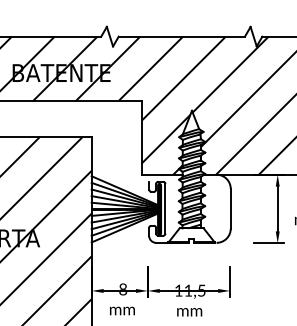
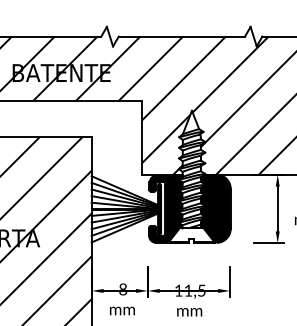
fill at (165, 208): none -> present
fill at (215, 208): none -> present
